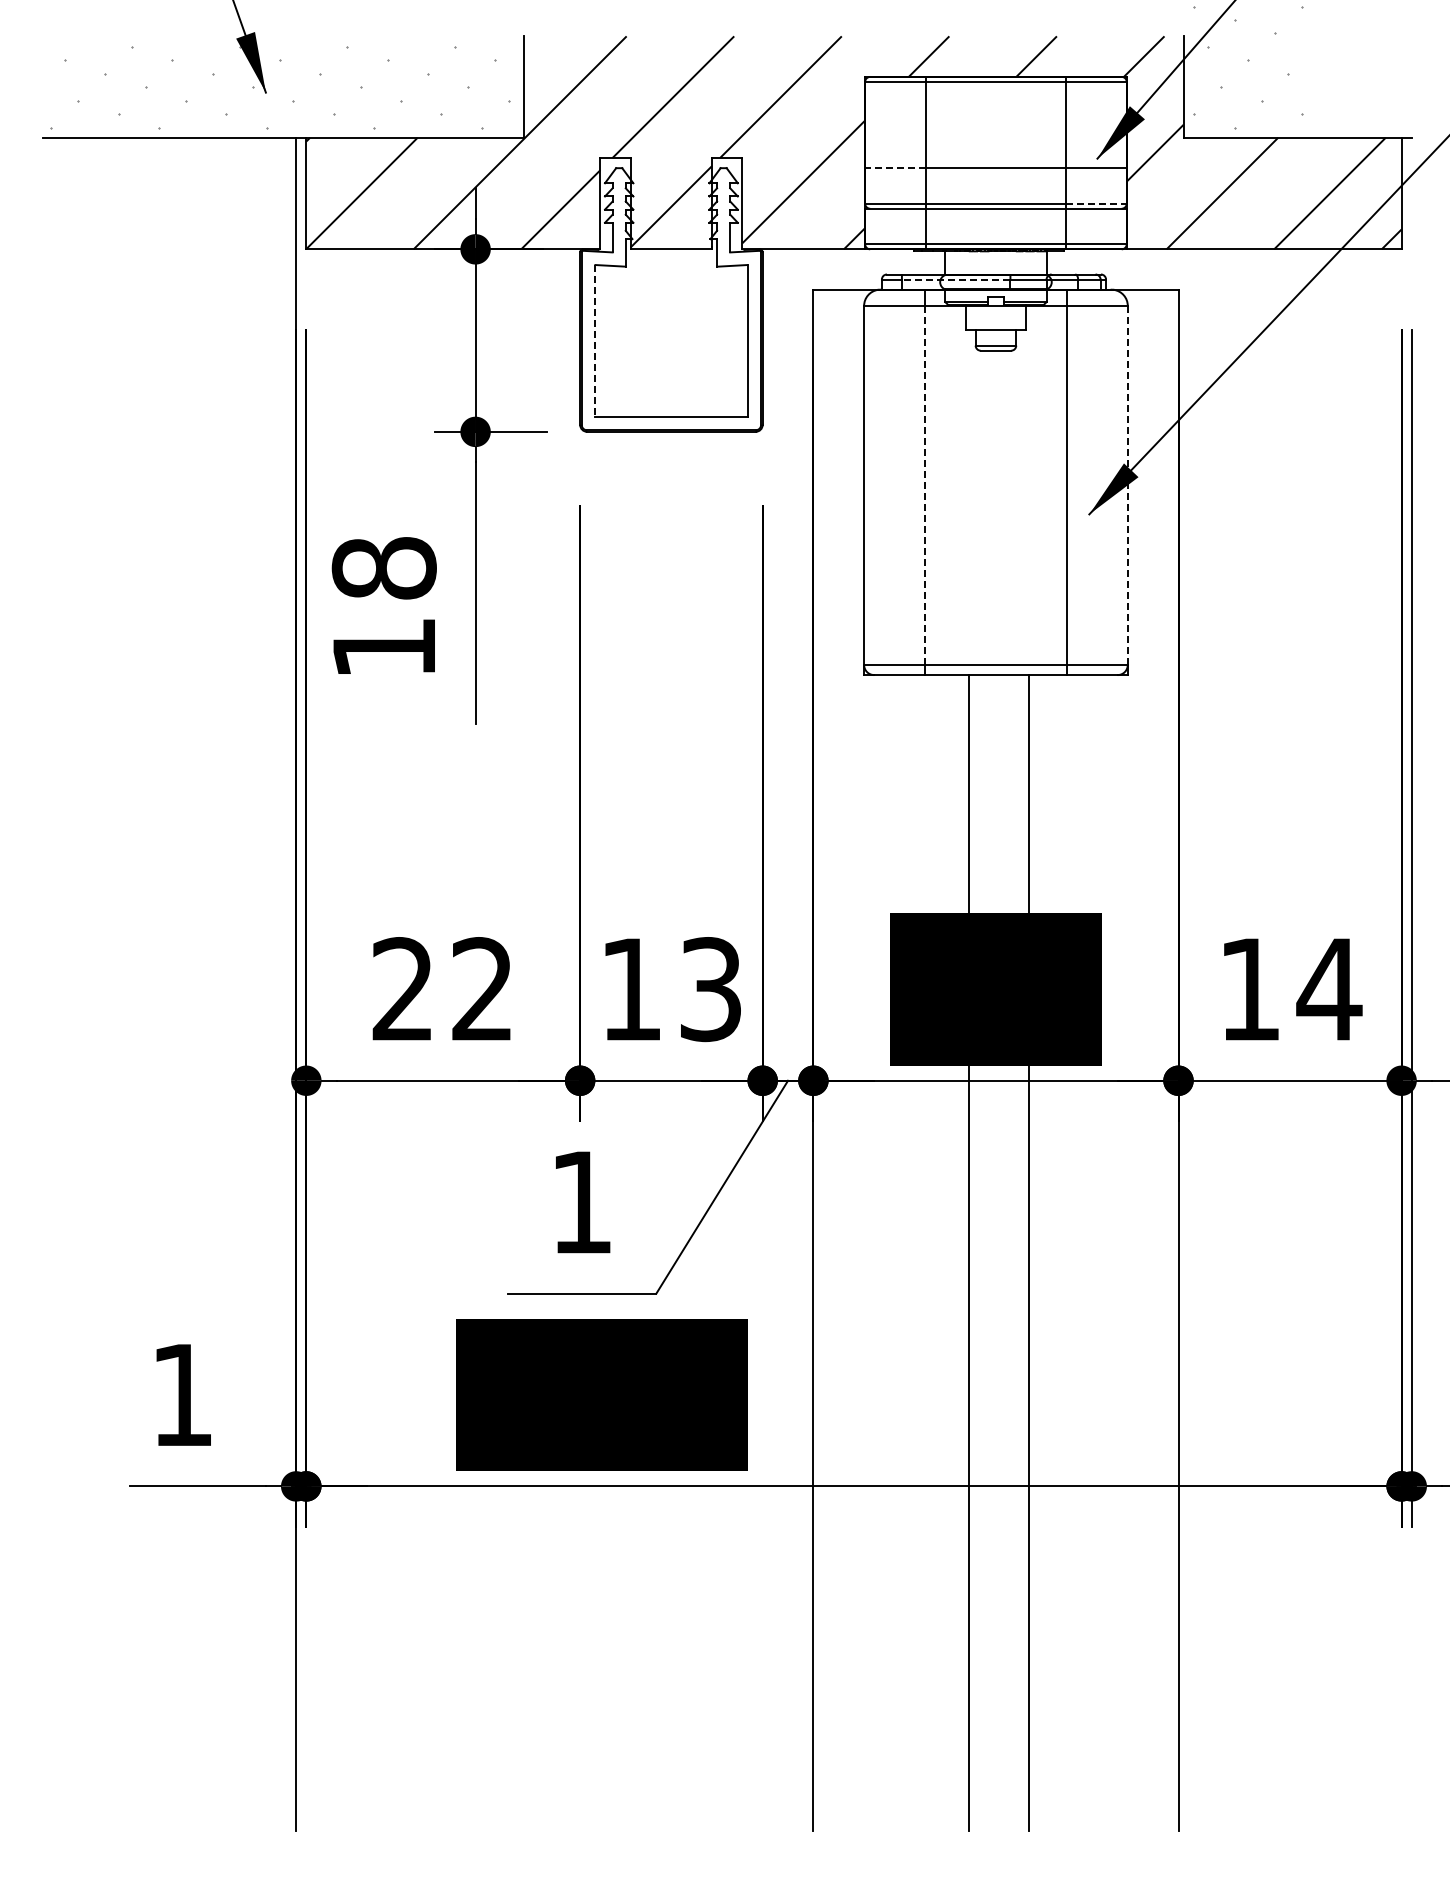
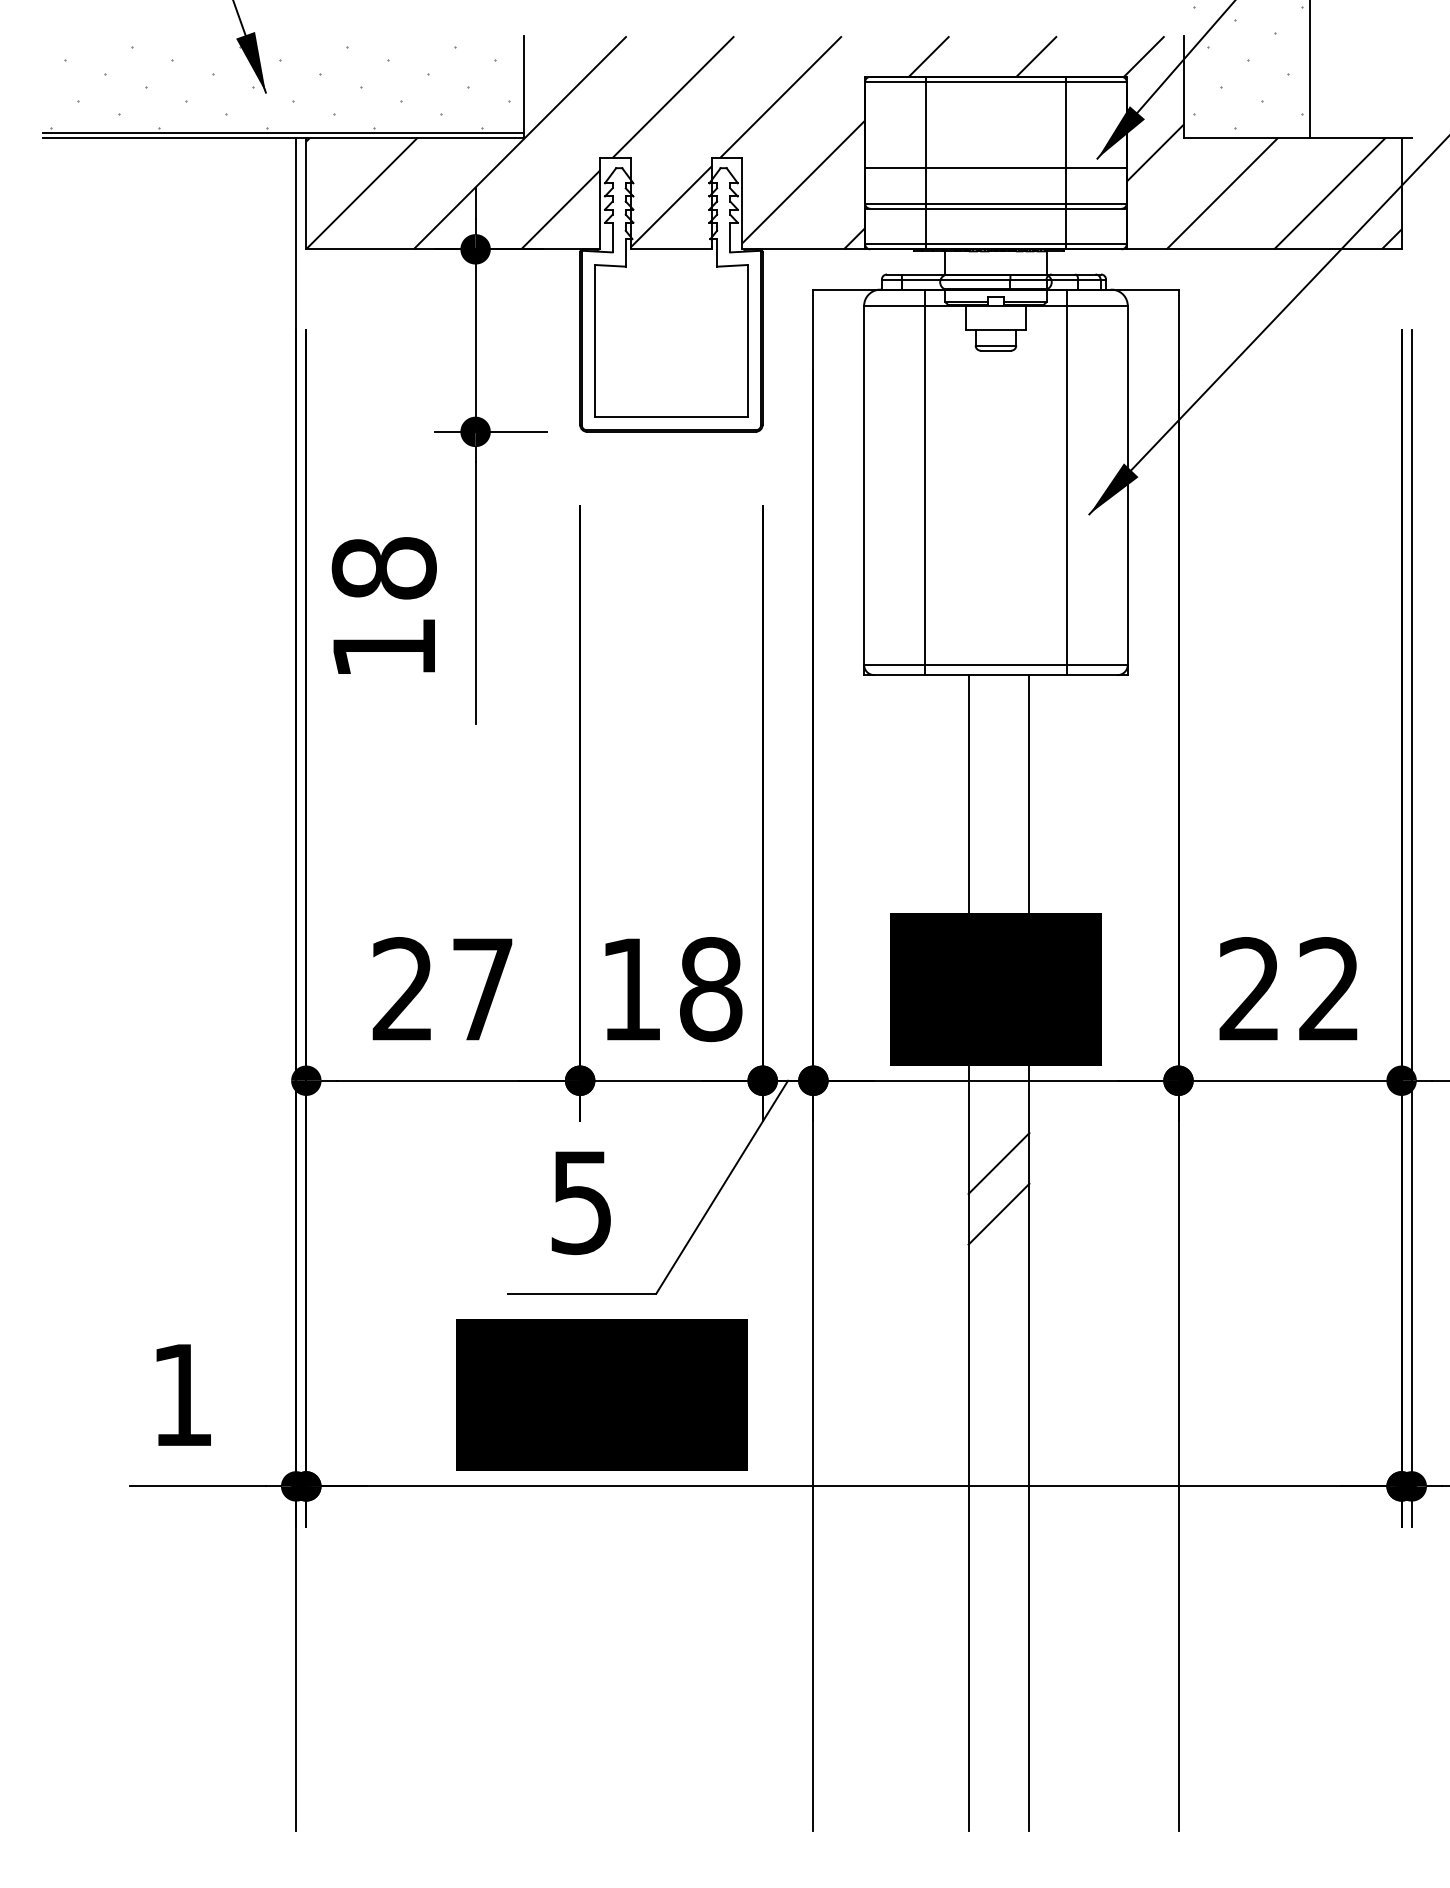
line at (1310, 69): none -> present
line at (283, 132): none -> present
line at (895, 168): dashed -> solid
line at (1096, 203): dashed -> solid
line at (955, 279): dashed -> solid
line at (595, 340): dashed -> solid
line at (924, 485): dashed -> solid
line at (1127, 485): dashed -> solid
text at (482, 988): 22 -> 27
text at (1290, 988): 14 -> 22
text at (711, 989): 13 -> 18
line at (998, 1163): none -> present
text at (580, 1203): 1 -> 5
line at (998, 1213): none -> present
